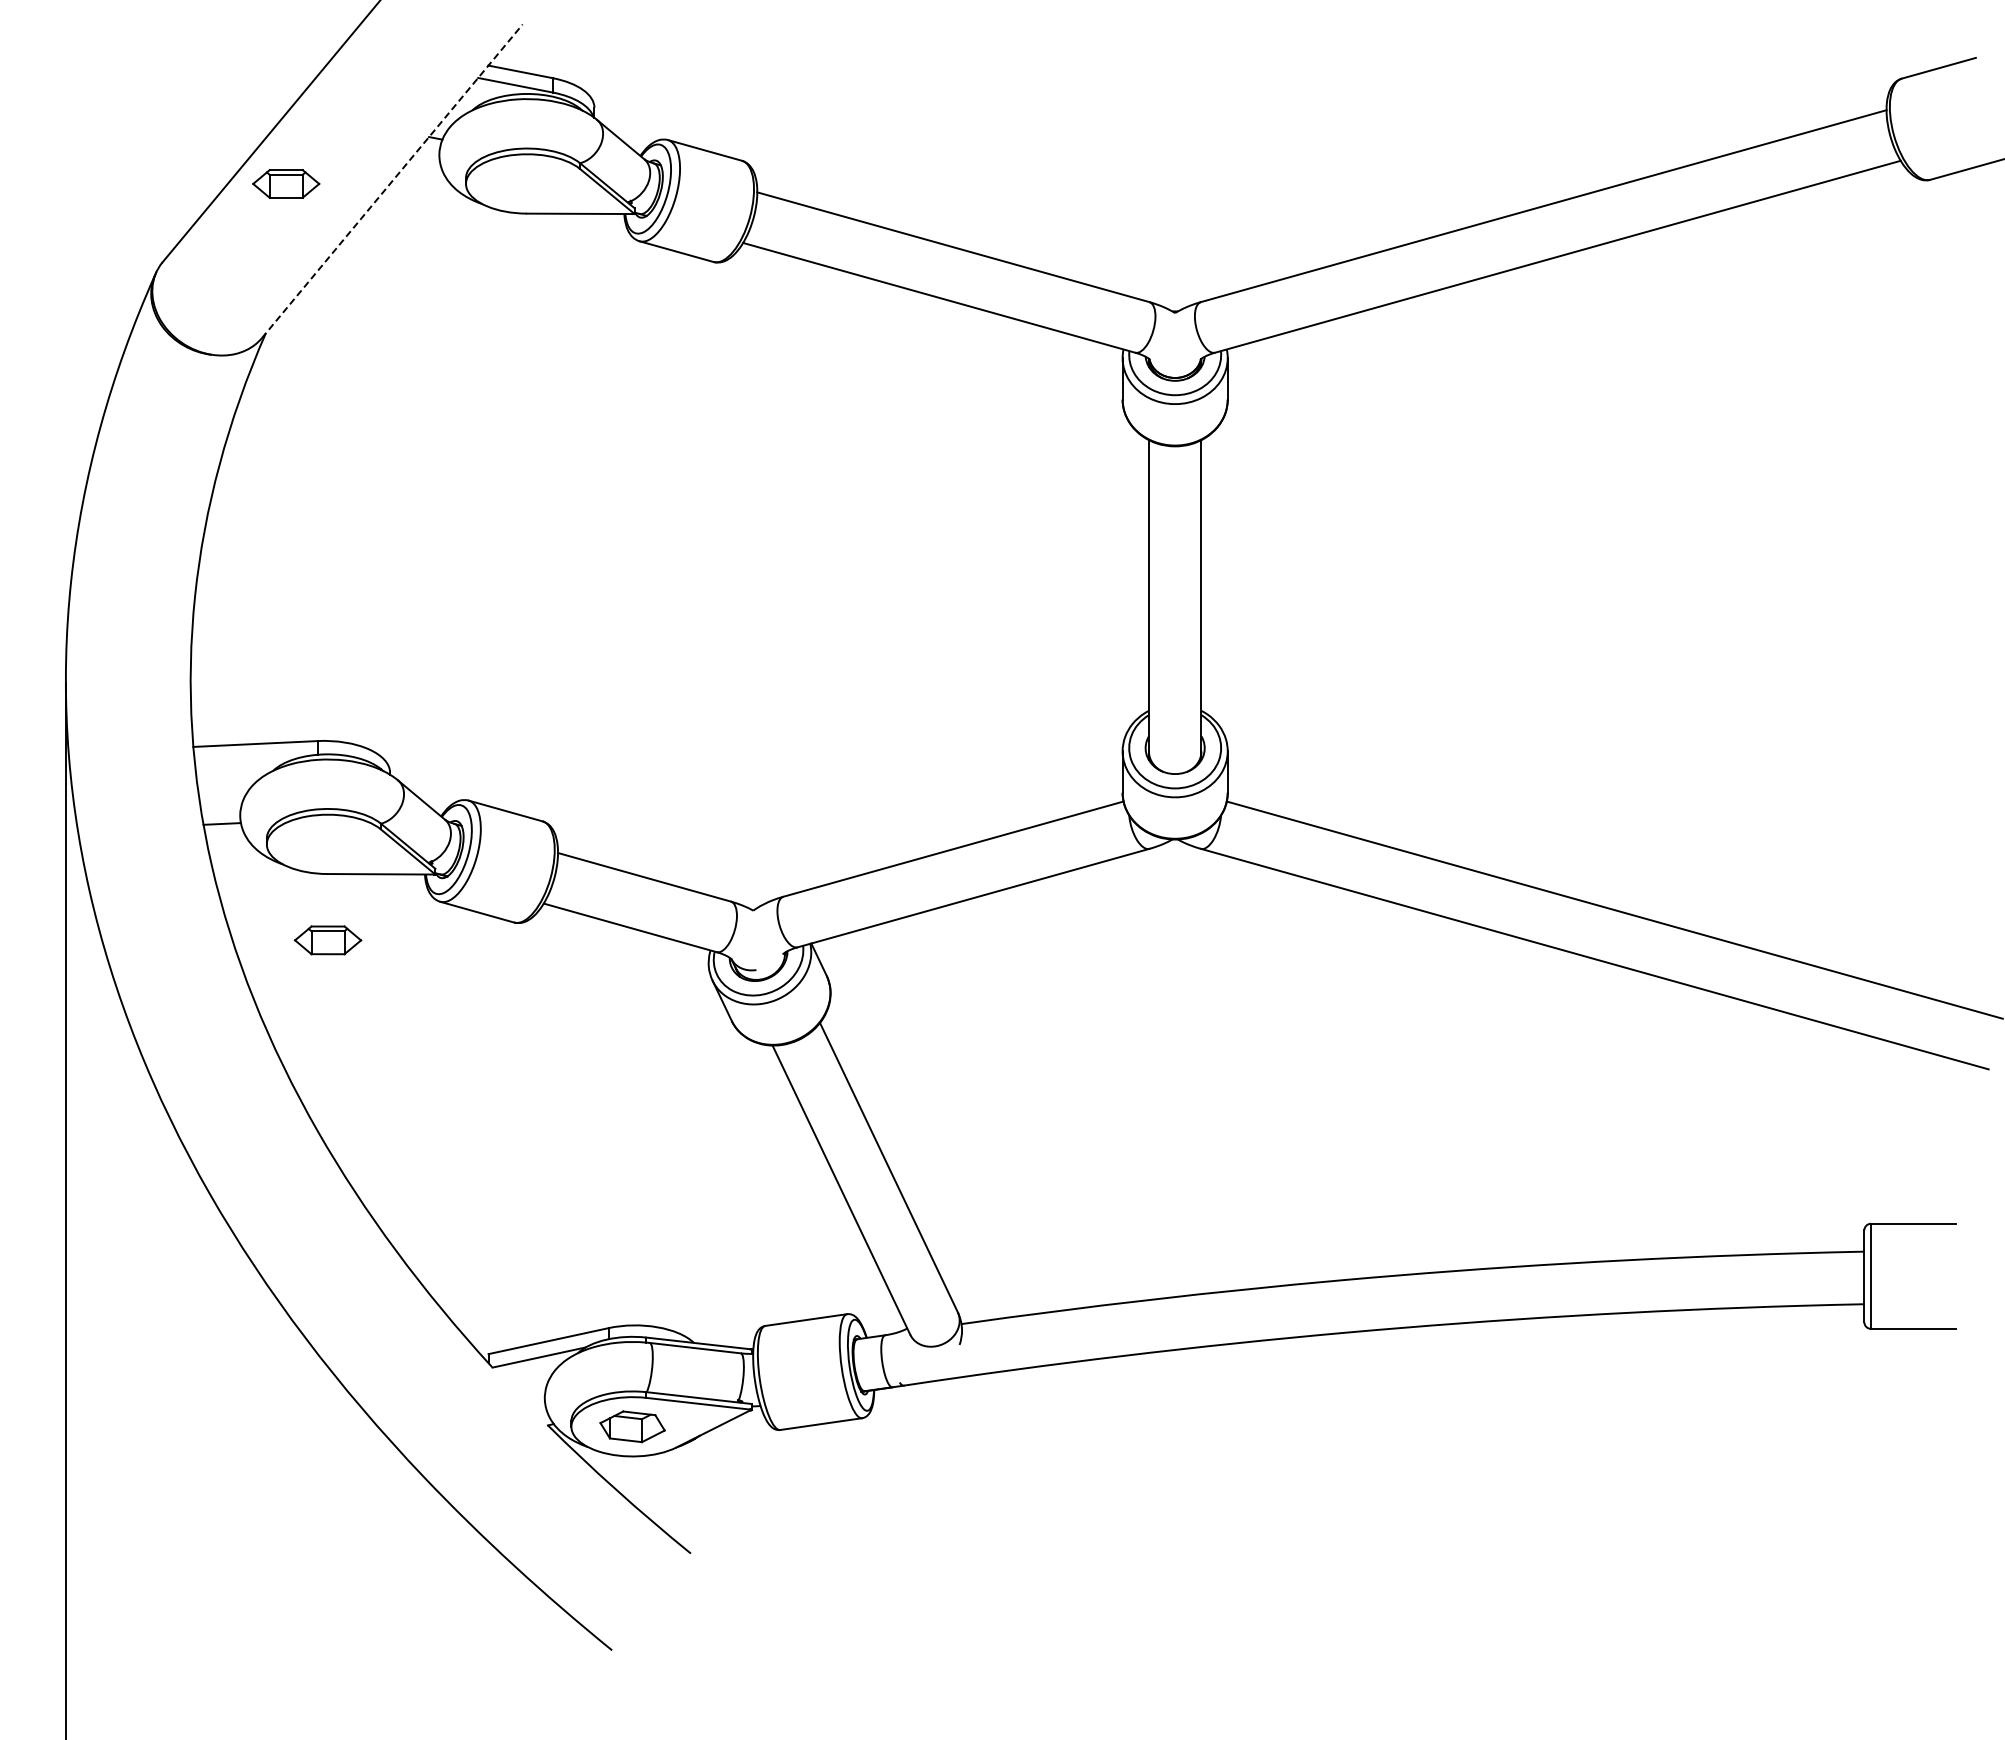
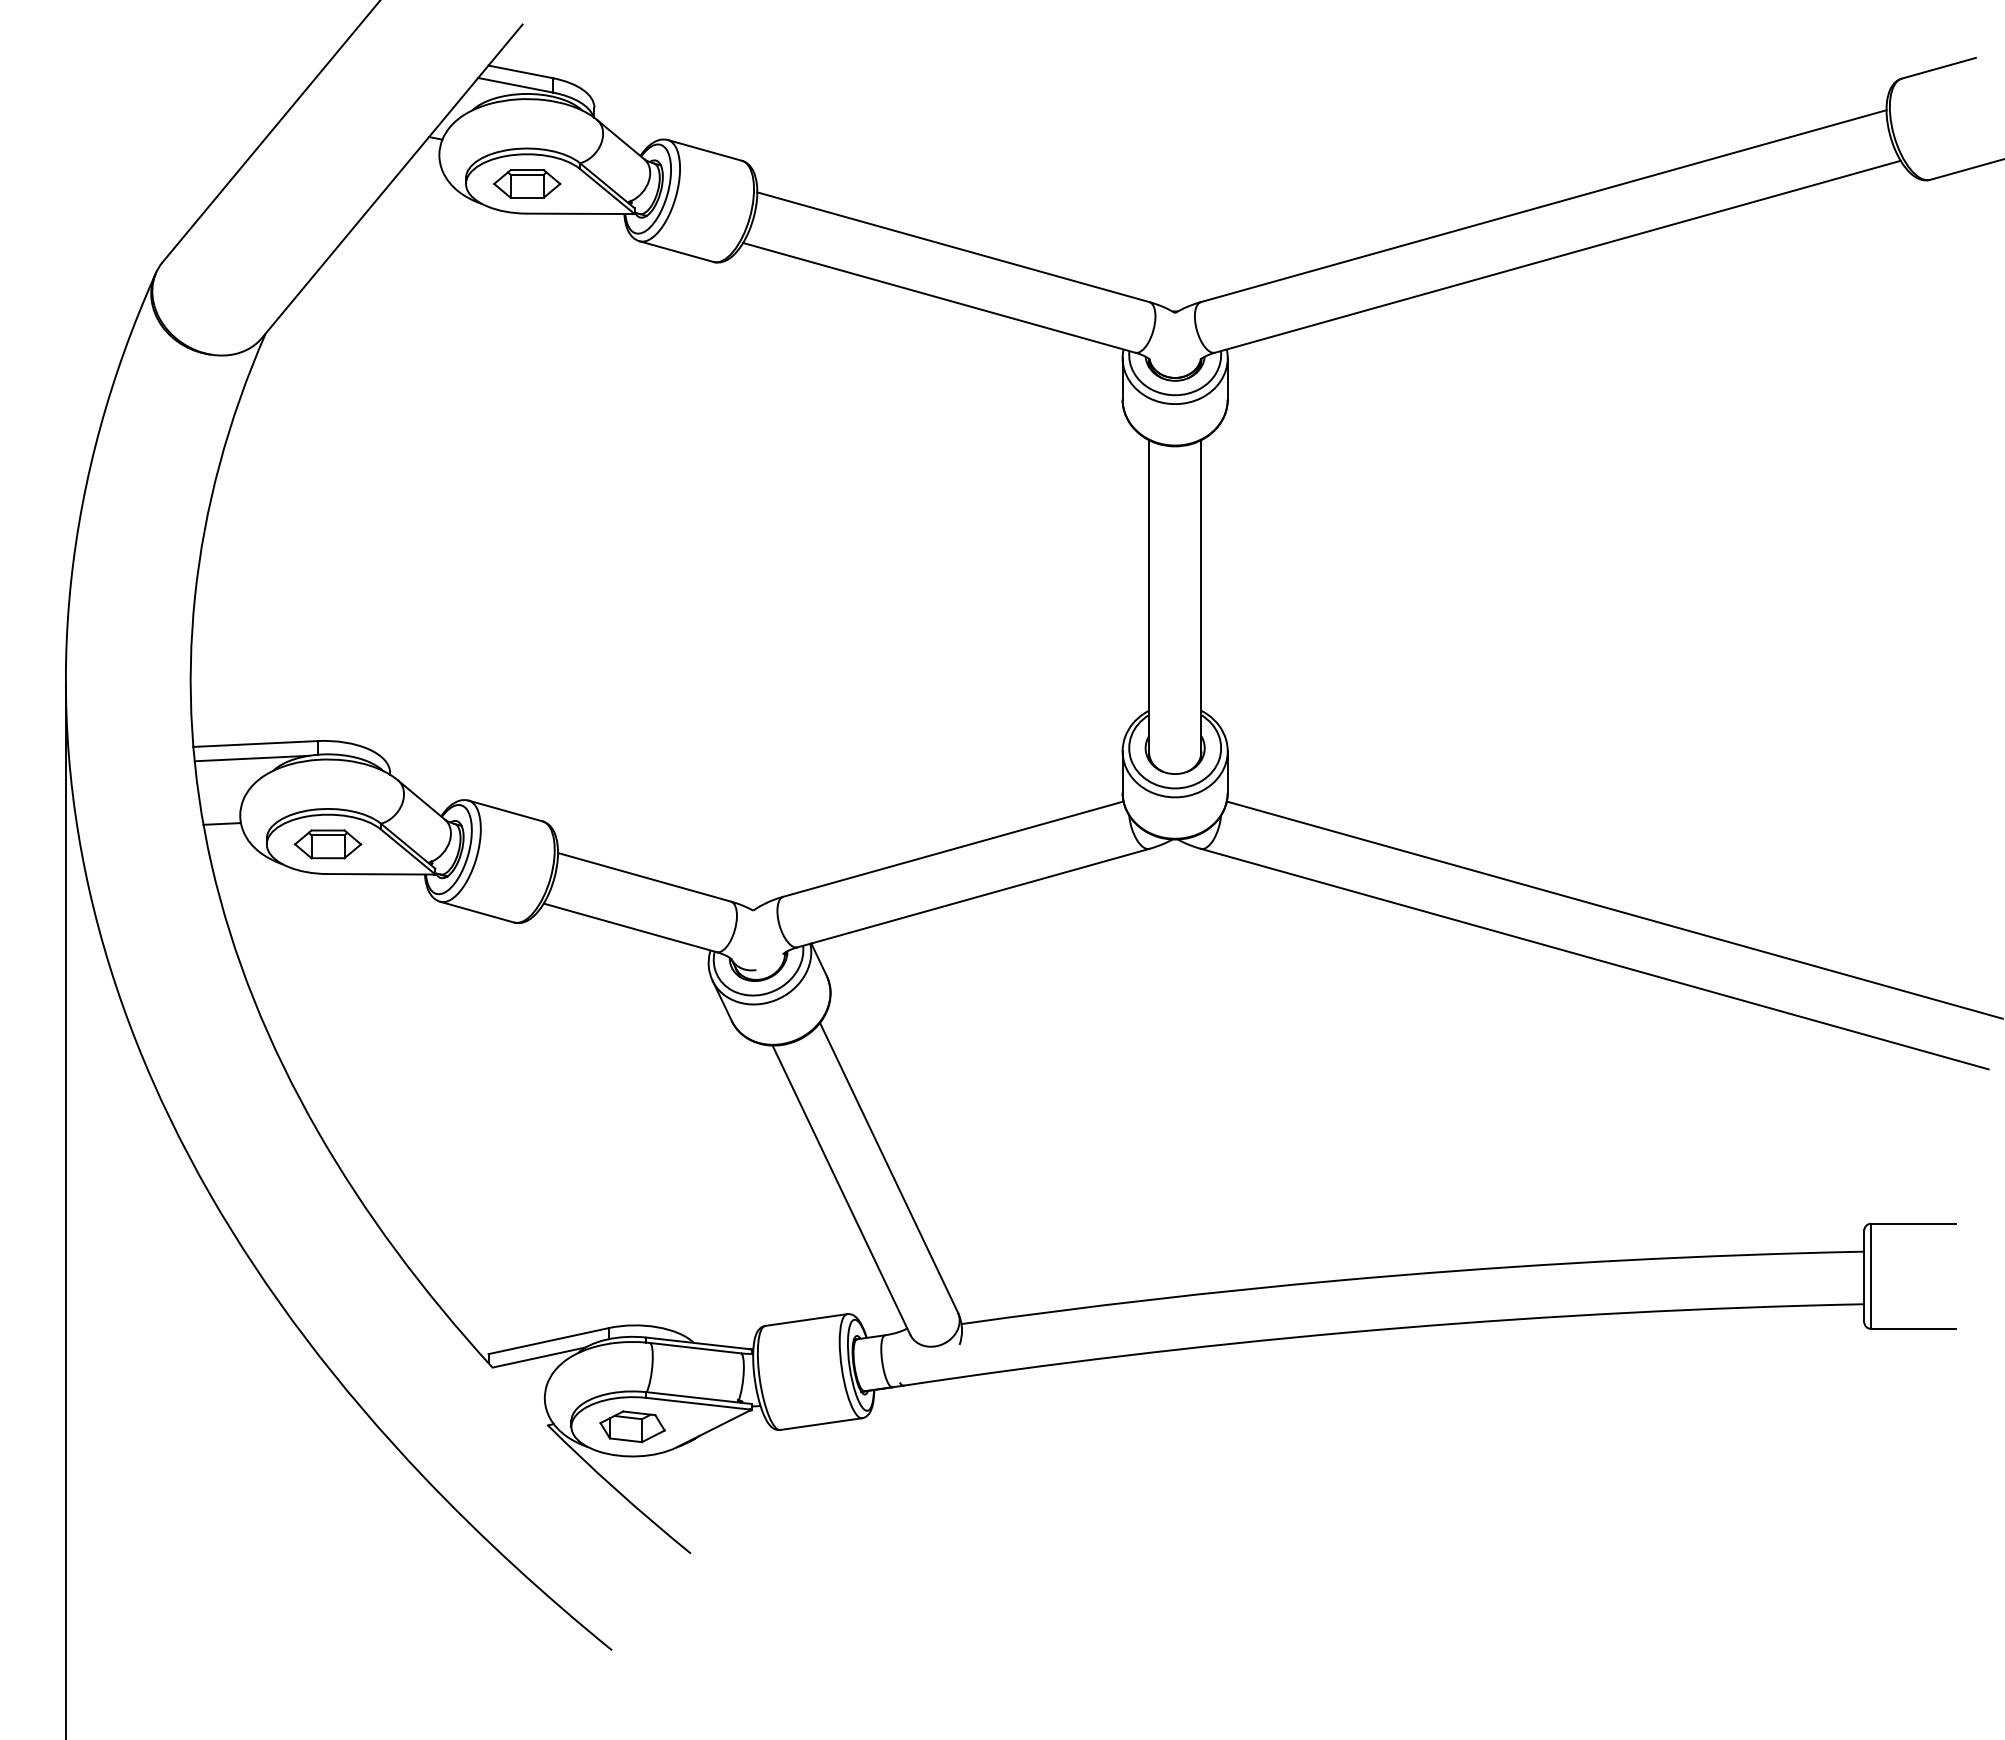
line at (392, 181): dashed -> solid
part at (286, 183) position: (286, 183) -> (527, 183)
line at (251, 758): none -> present
part at (327, 940) position: (327, 940) -> (327, 844)
